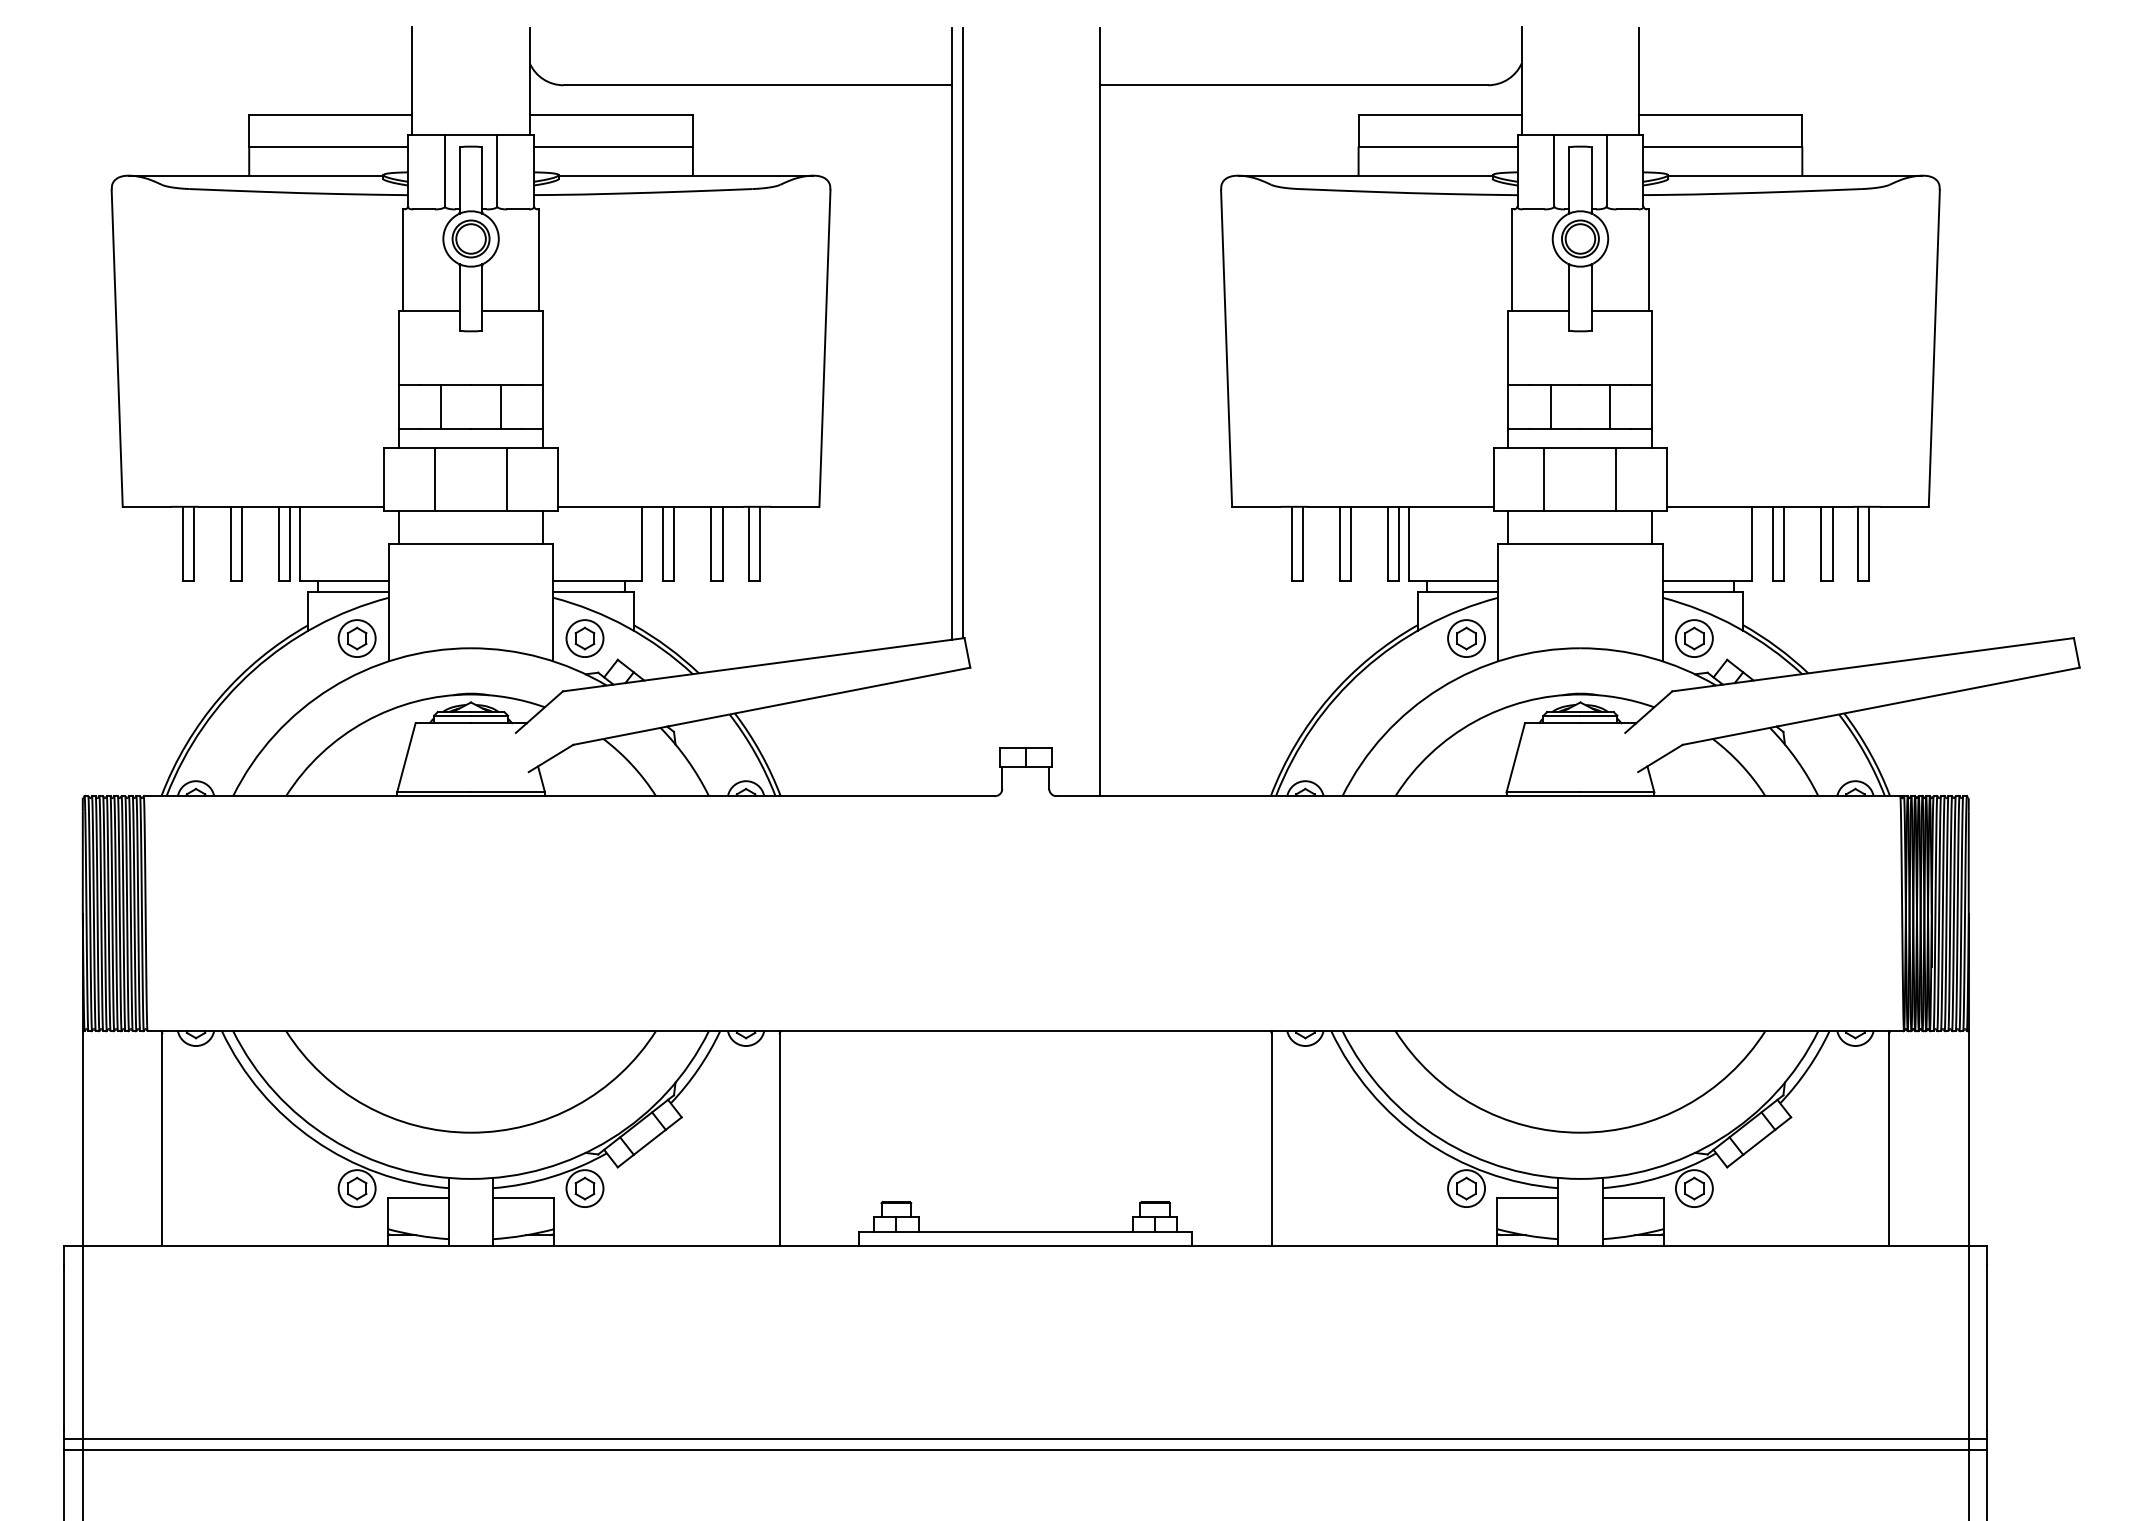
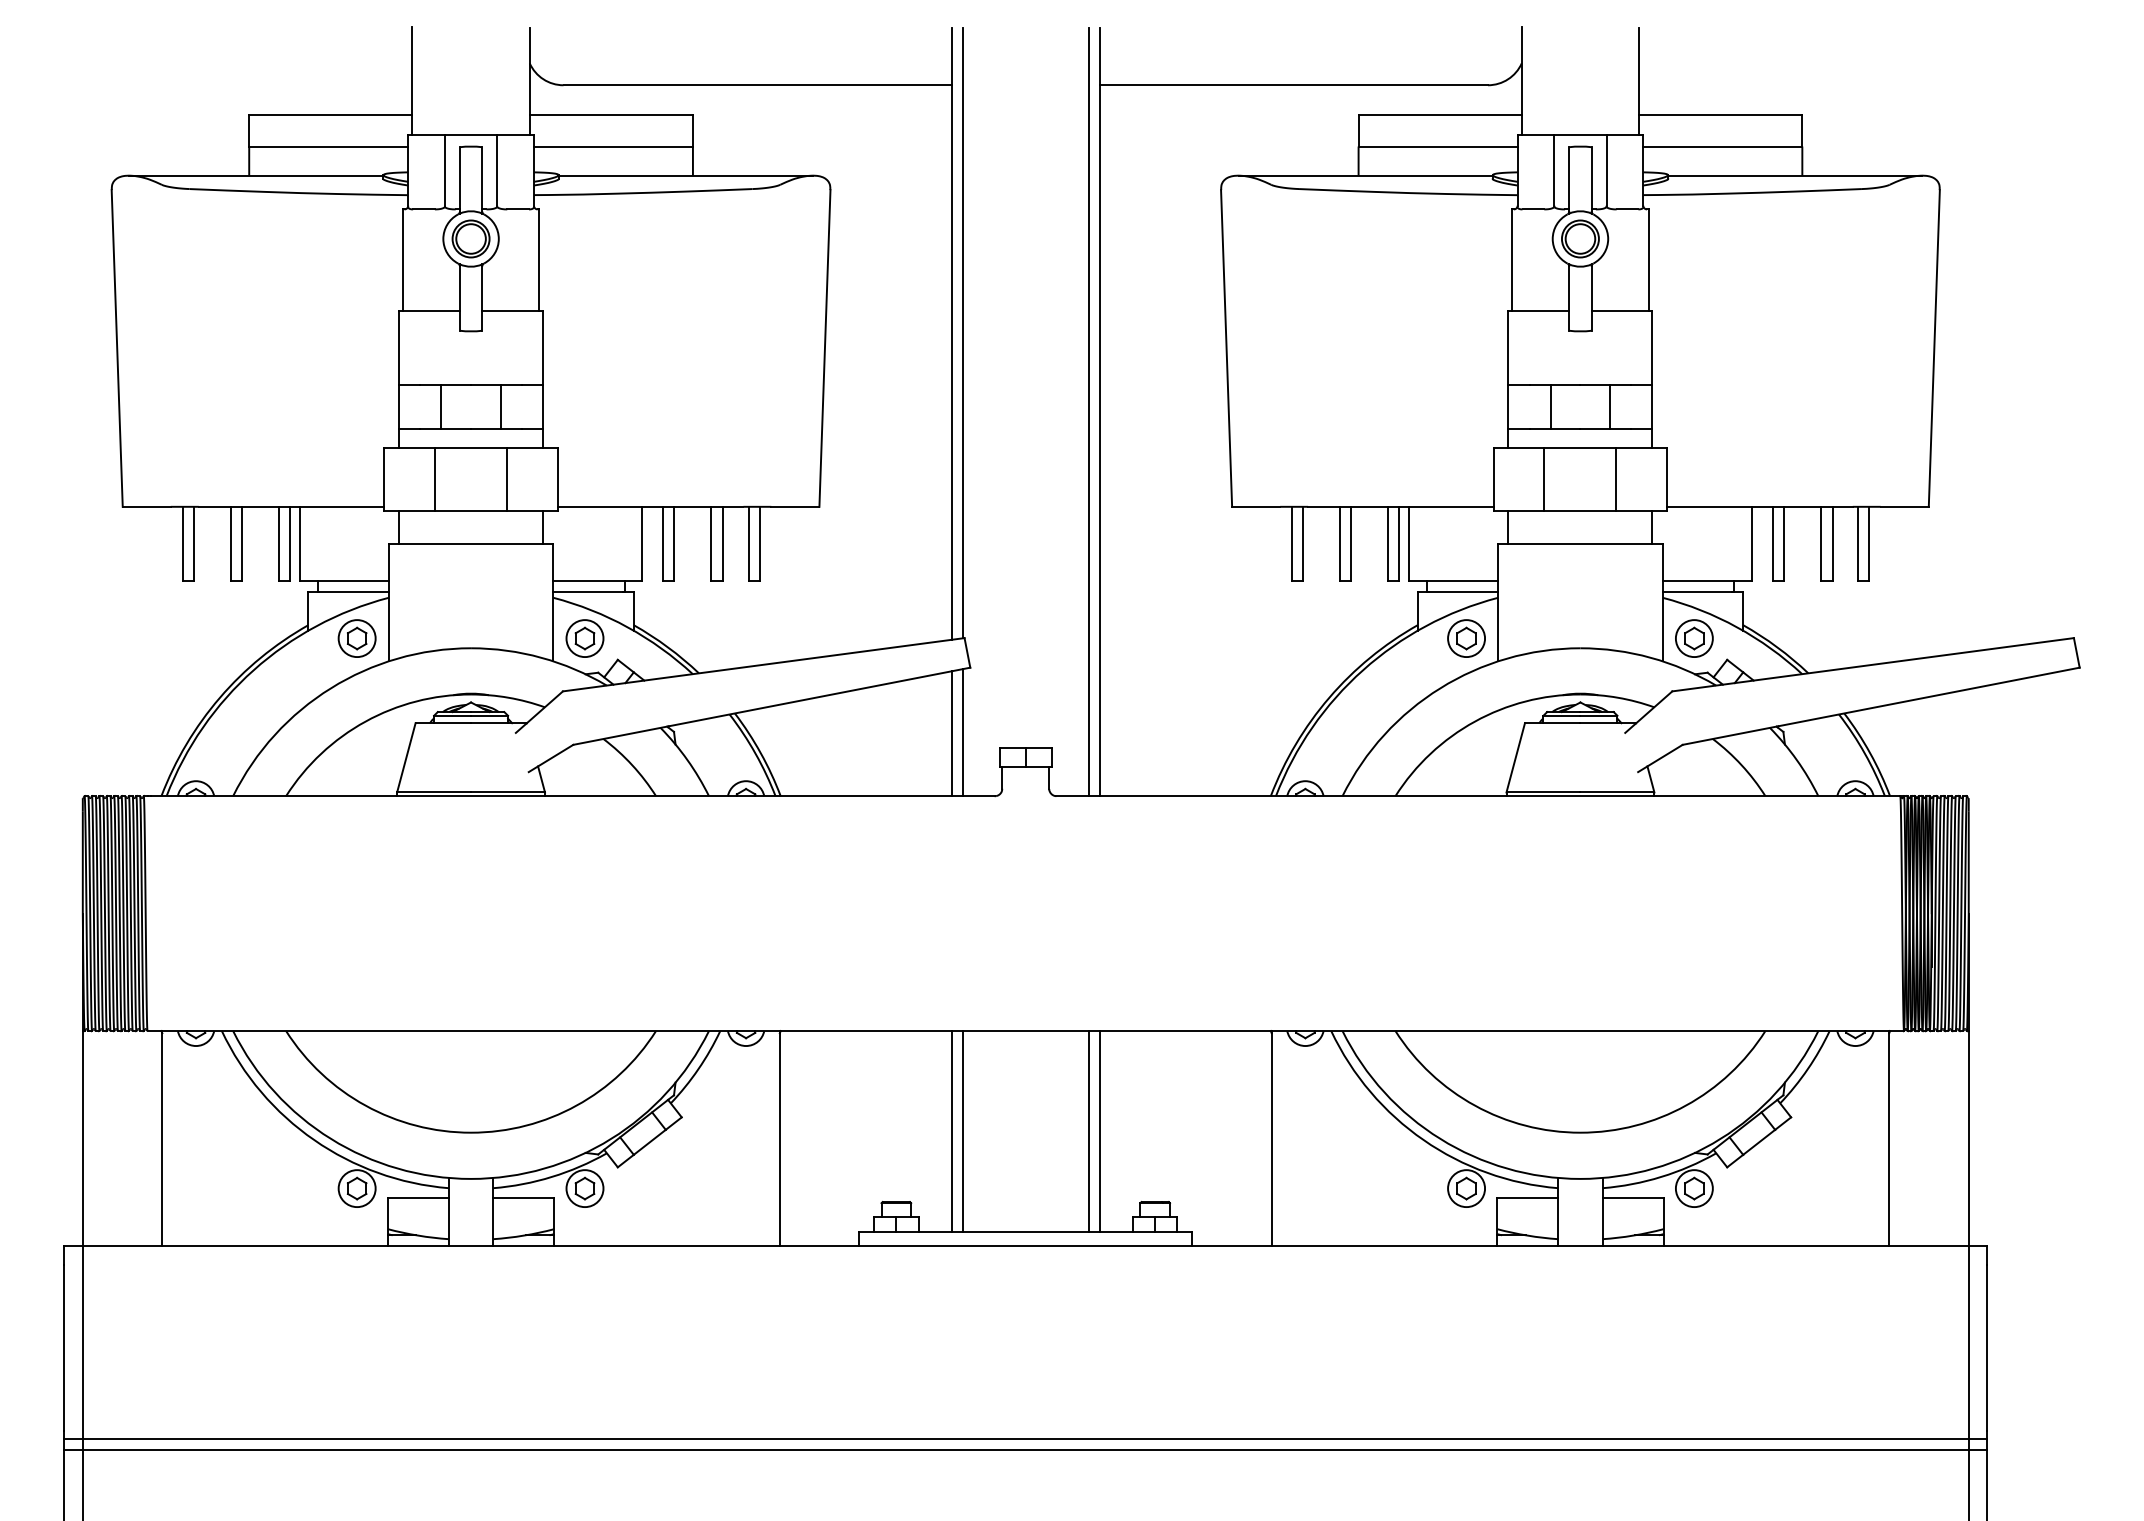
line at (1088, 411): none -> present
line at (962, 732): none -> present
line at (951, 733): none -> present
line at (951, 1131): none -> present
line at (962, 1131): none -> present
line at (1088, 1131): none -> present
line at (1099, 1131): none -> present
